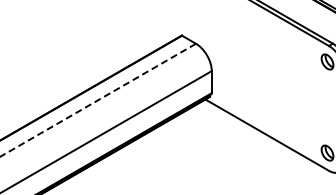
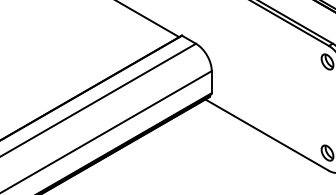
line at (148, 19): none -> present
line at (98, 100): dashed -> solid
